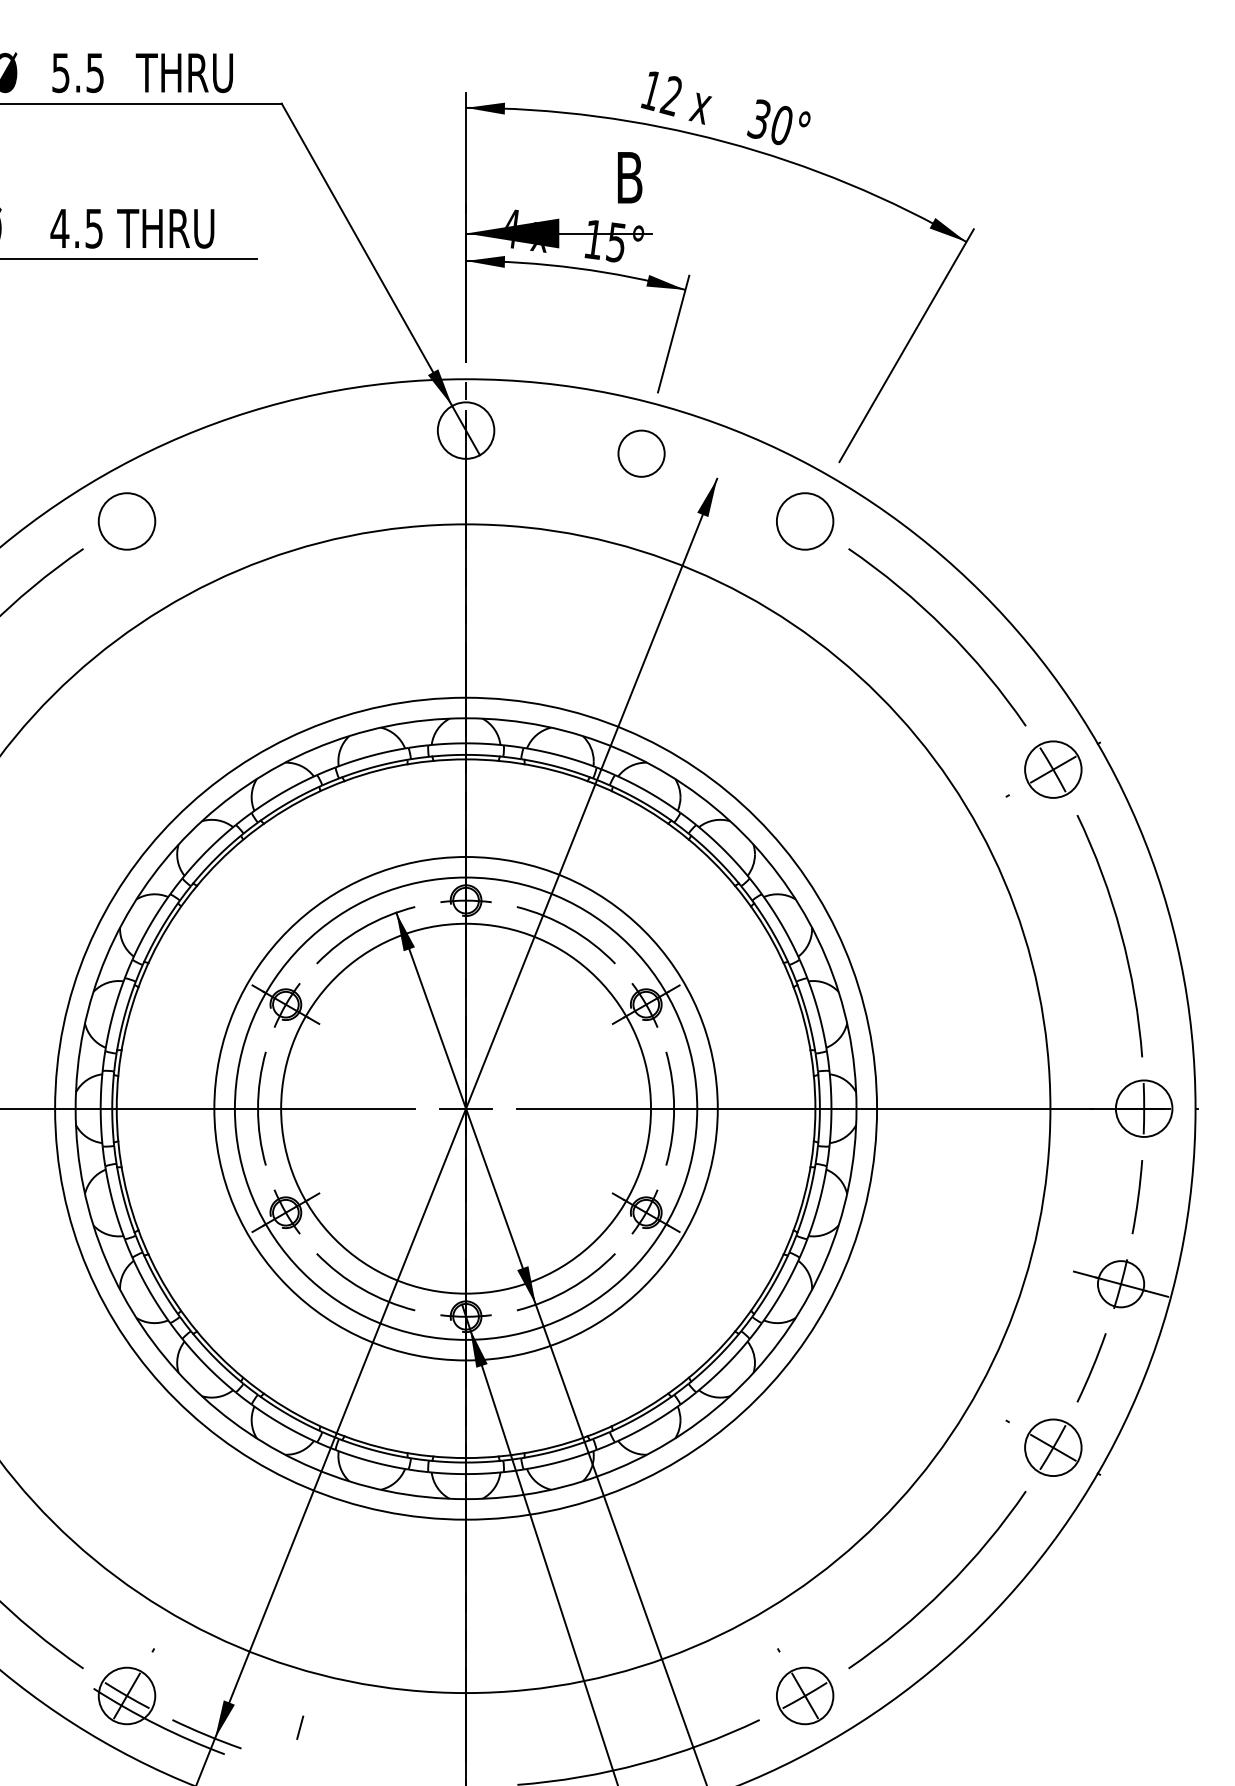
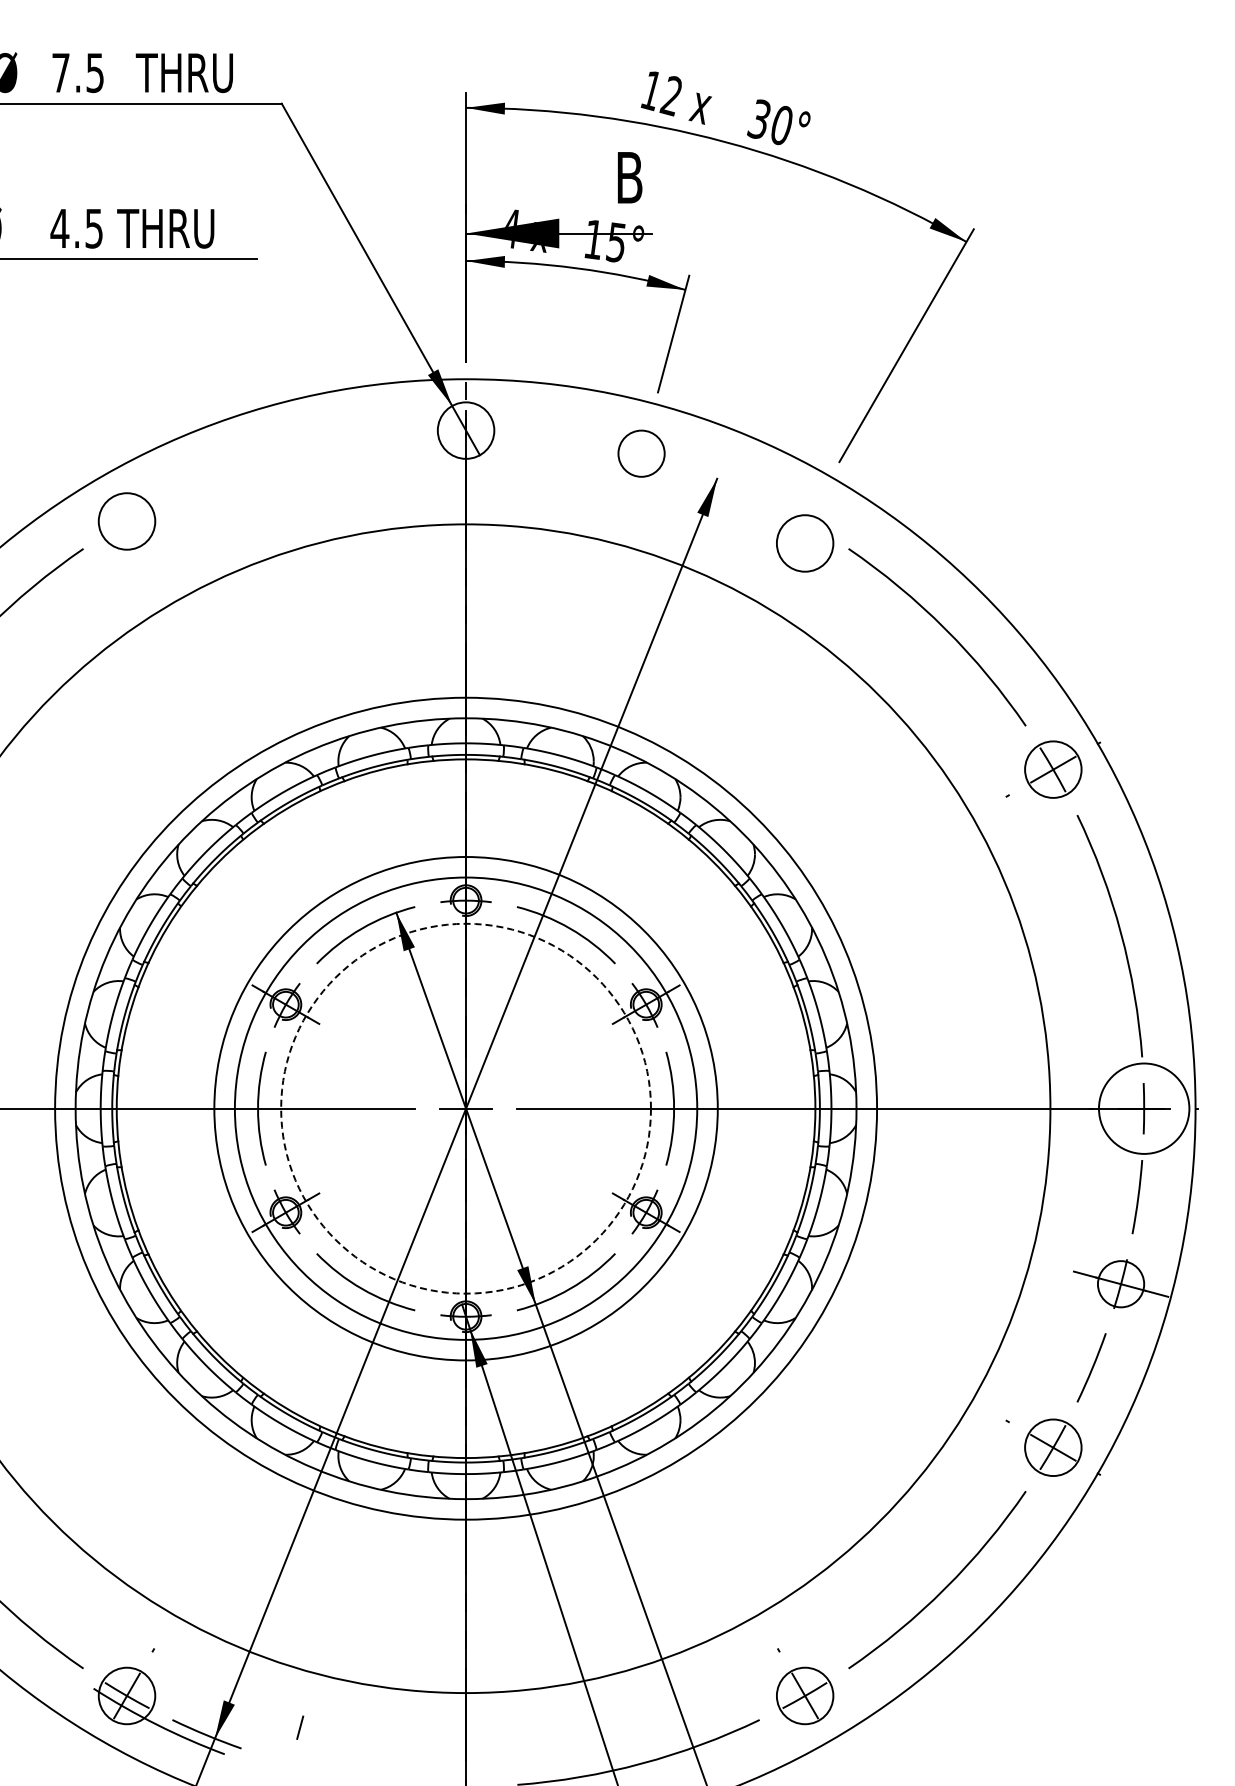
text at (60, 73): 5.5 -> 7.5
circle at (805, 521) position: (805, 521) -> (805, 543)
circle at (466, 1108): solid -> dashed
circle at (1143, 1108) diameter: 57 px -> 90 px
